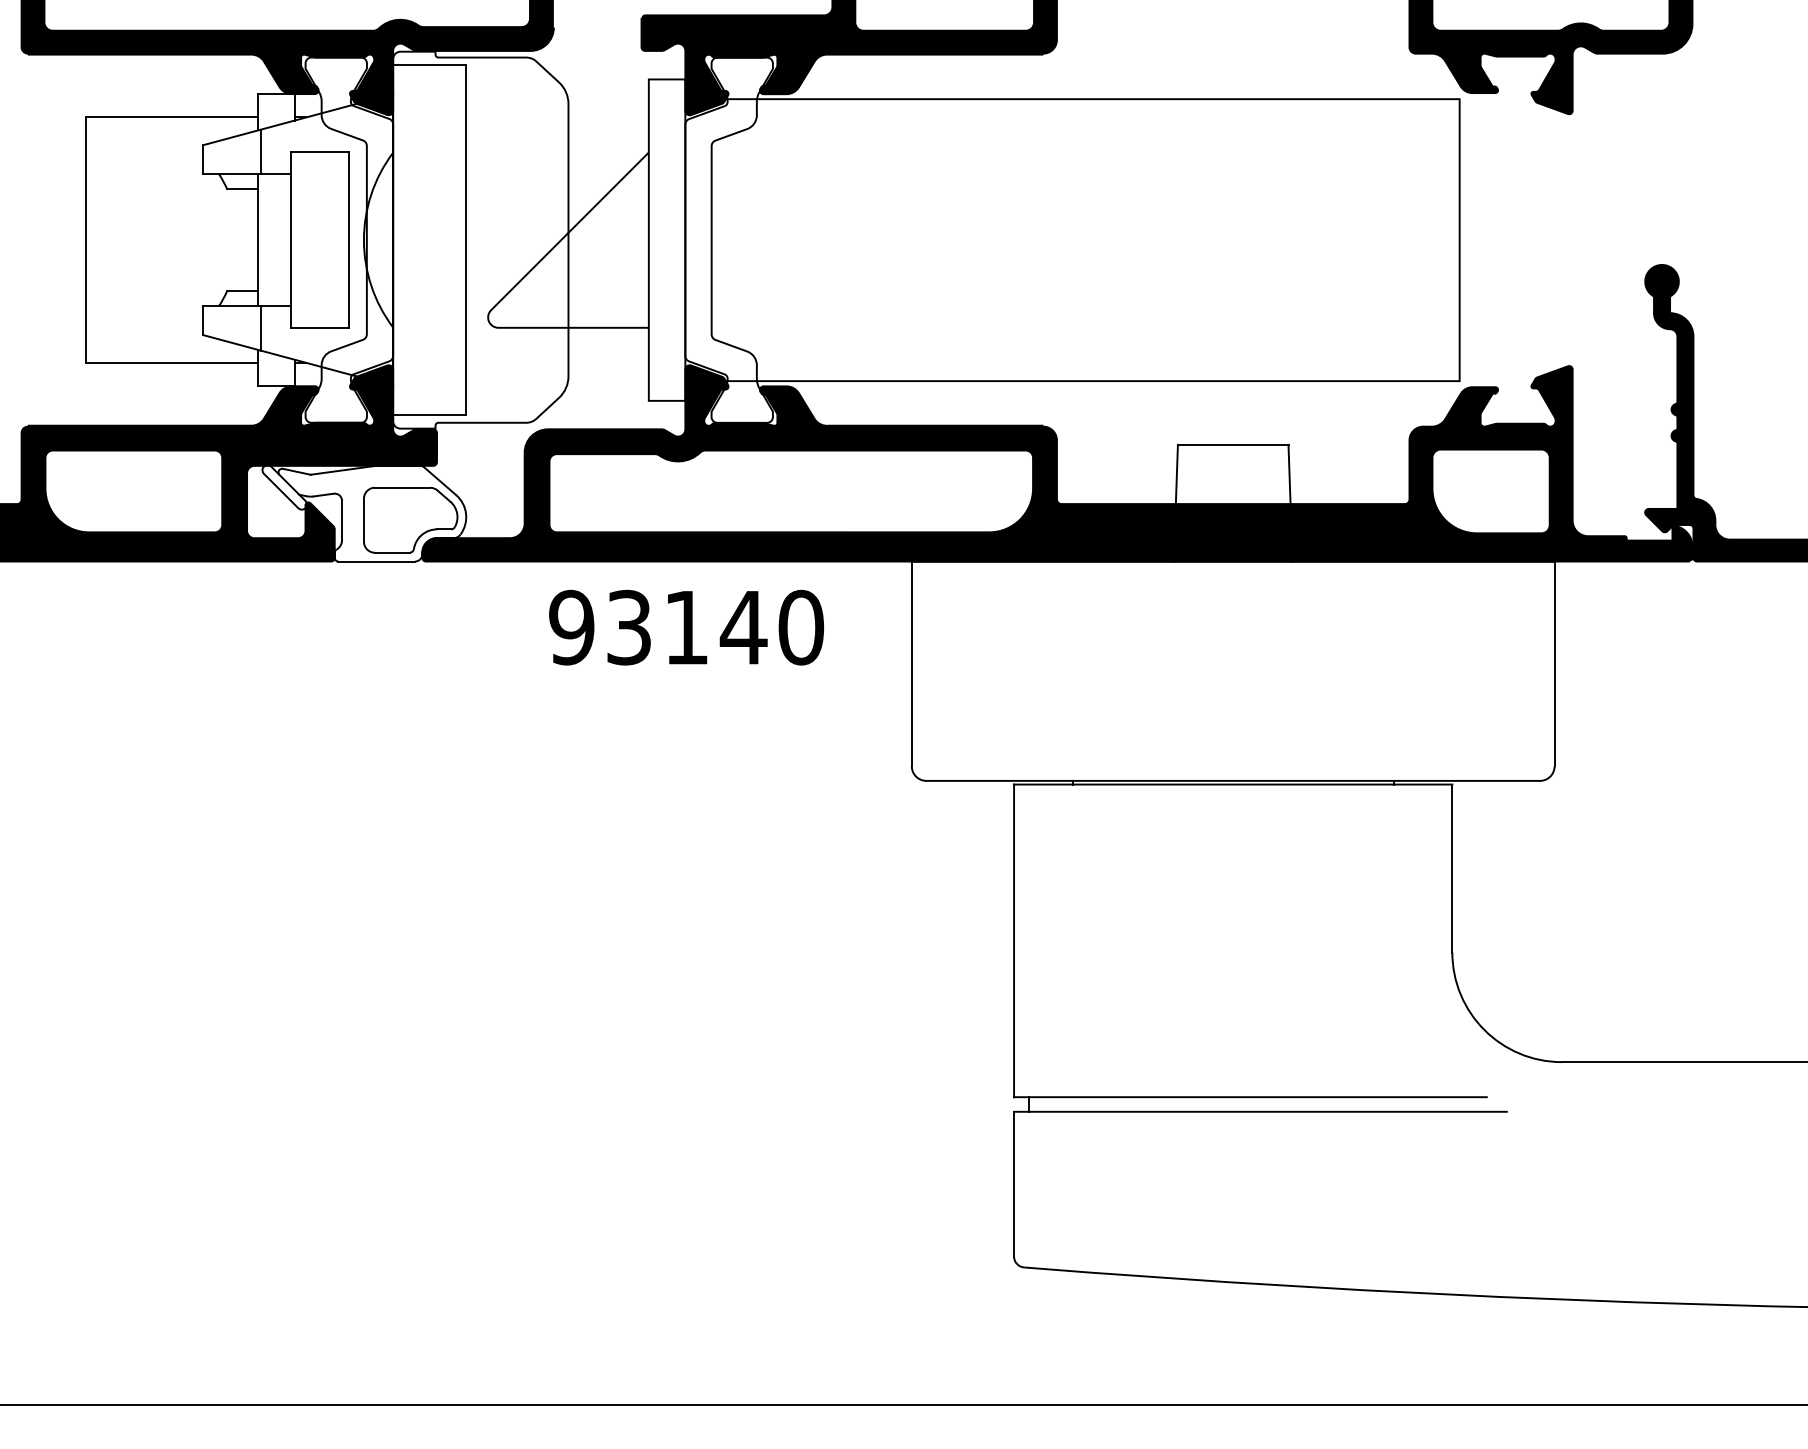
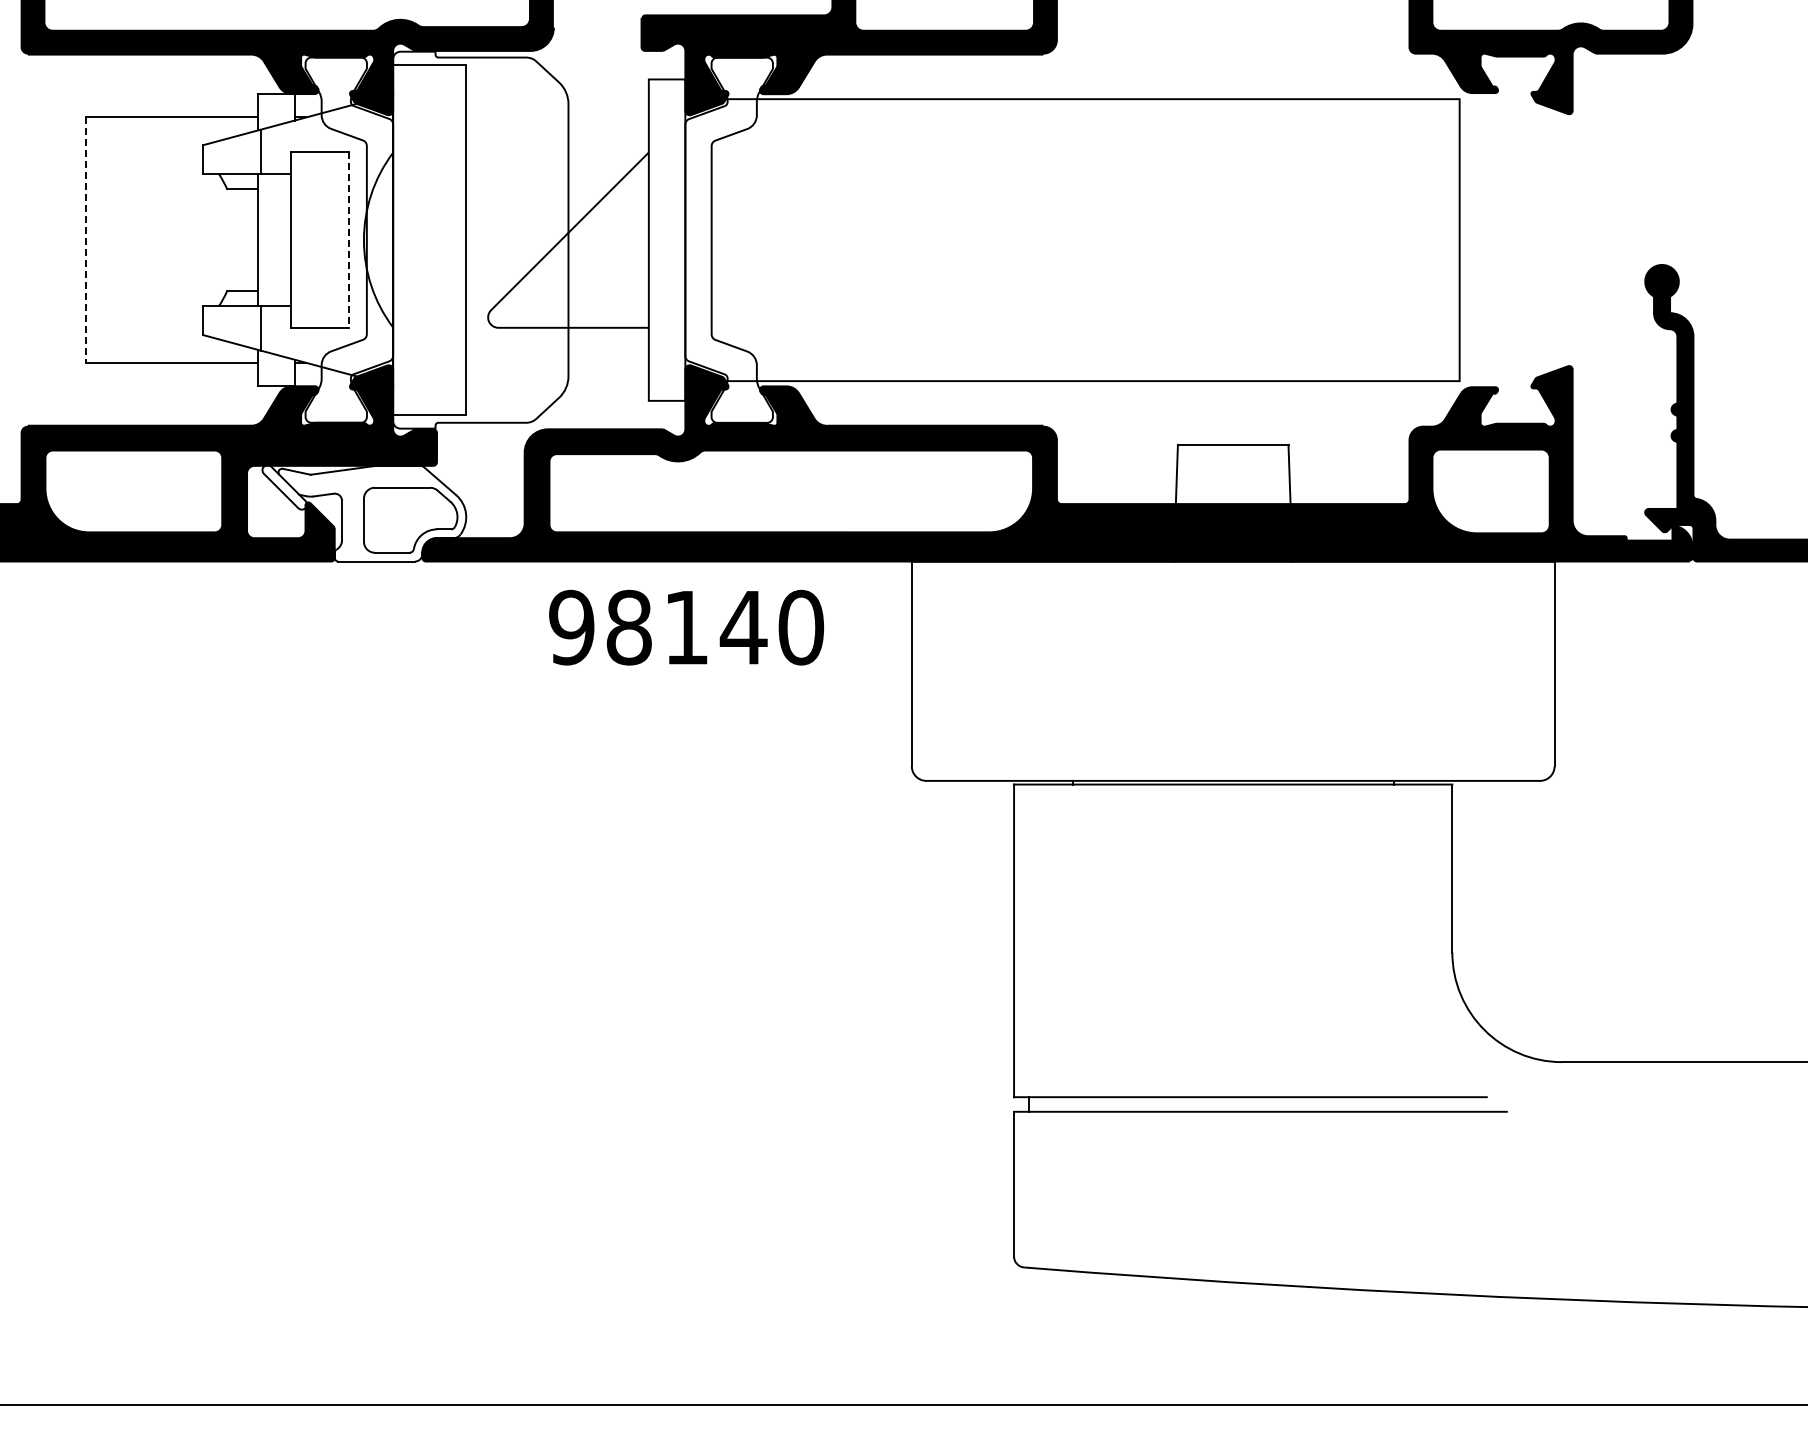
line at (86, 240): solid -> dashed
line at (349, 240): solid -> dashed
text at (628, 627): 93140 -> 98140
